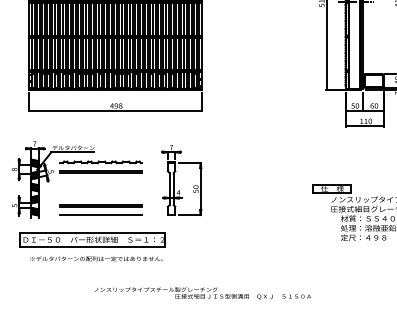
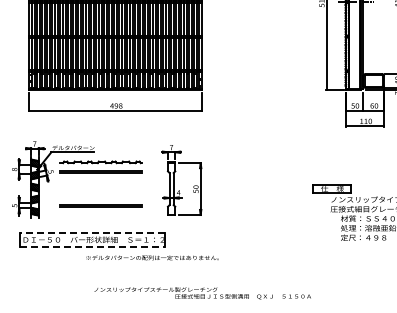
line at (100, 215): present -> none
line at (92, 232): solid -> dashed
line at (92, 246): solid -> dashed
text at (96, 258) position: (96, 258) -> (152, 257)
